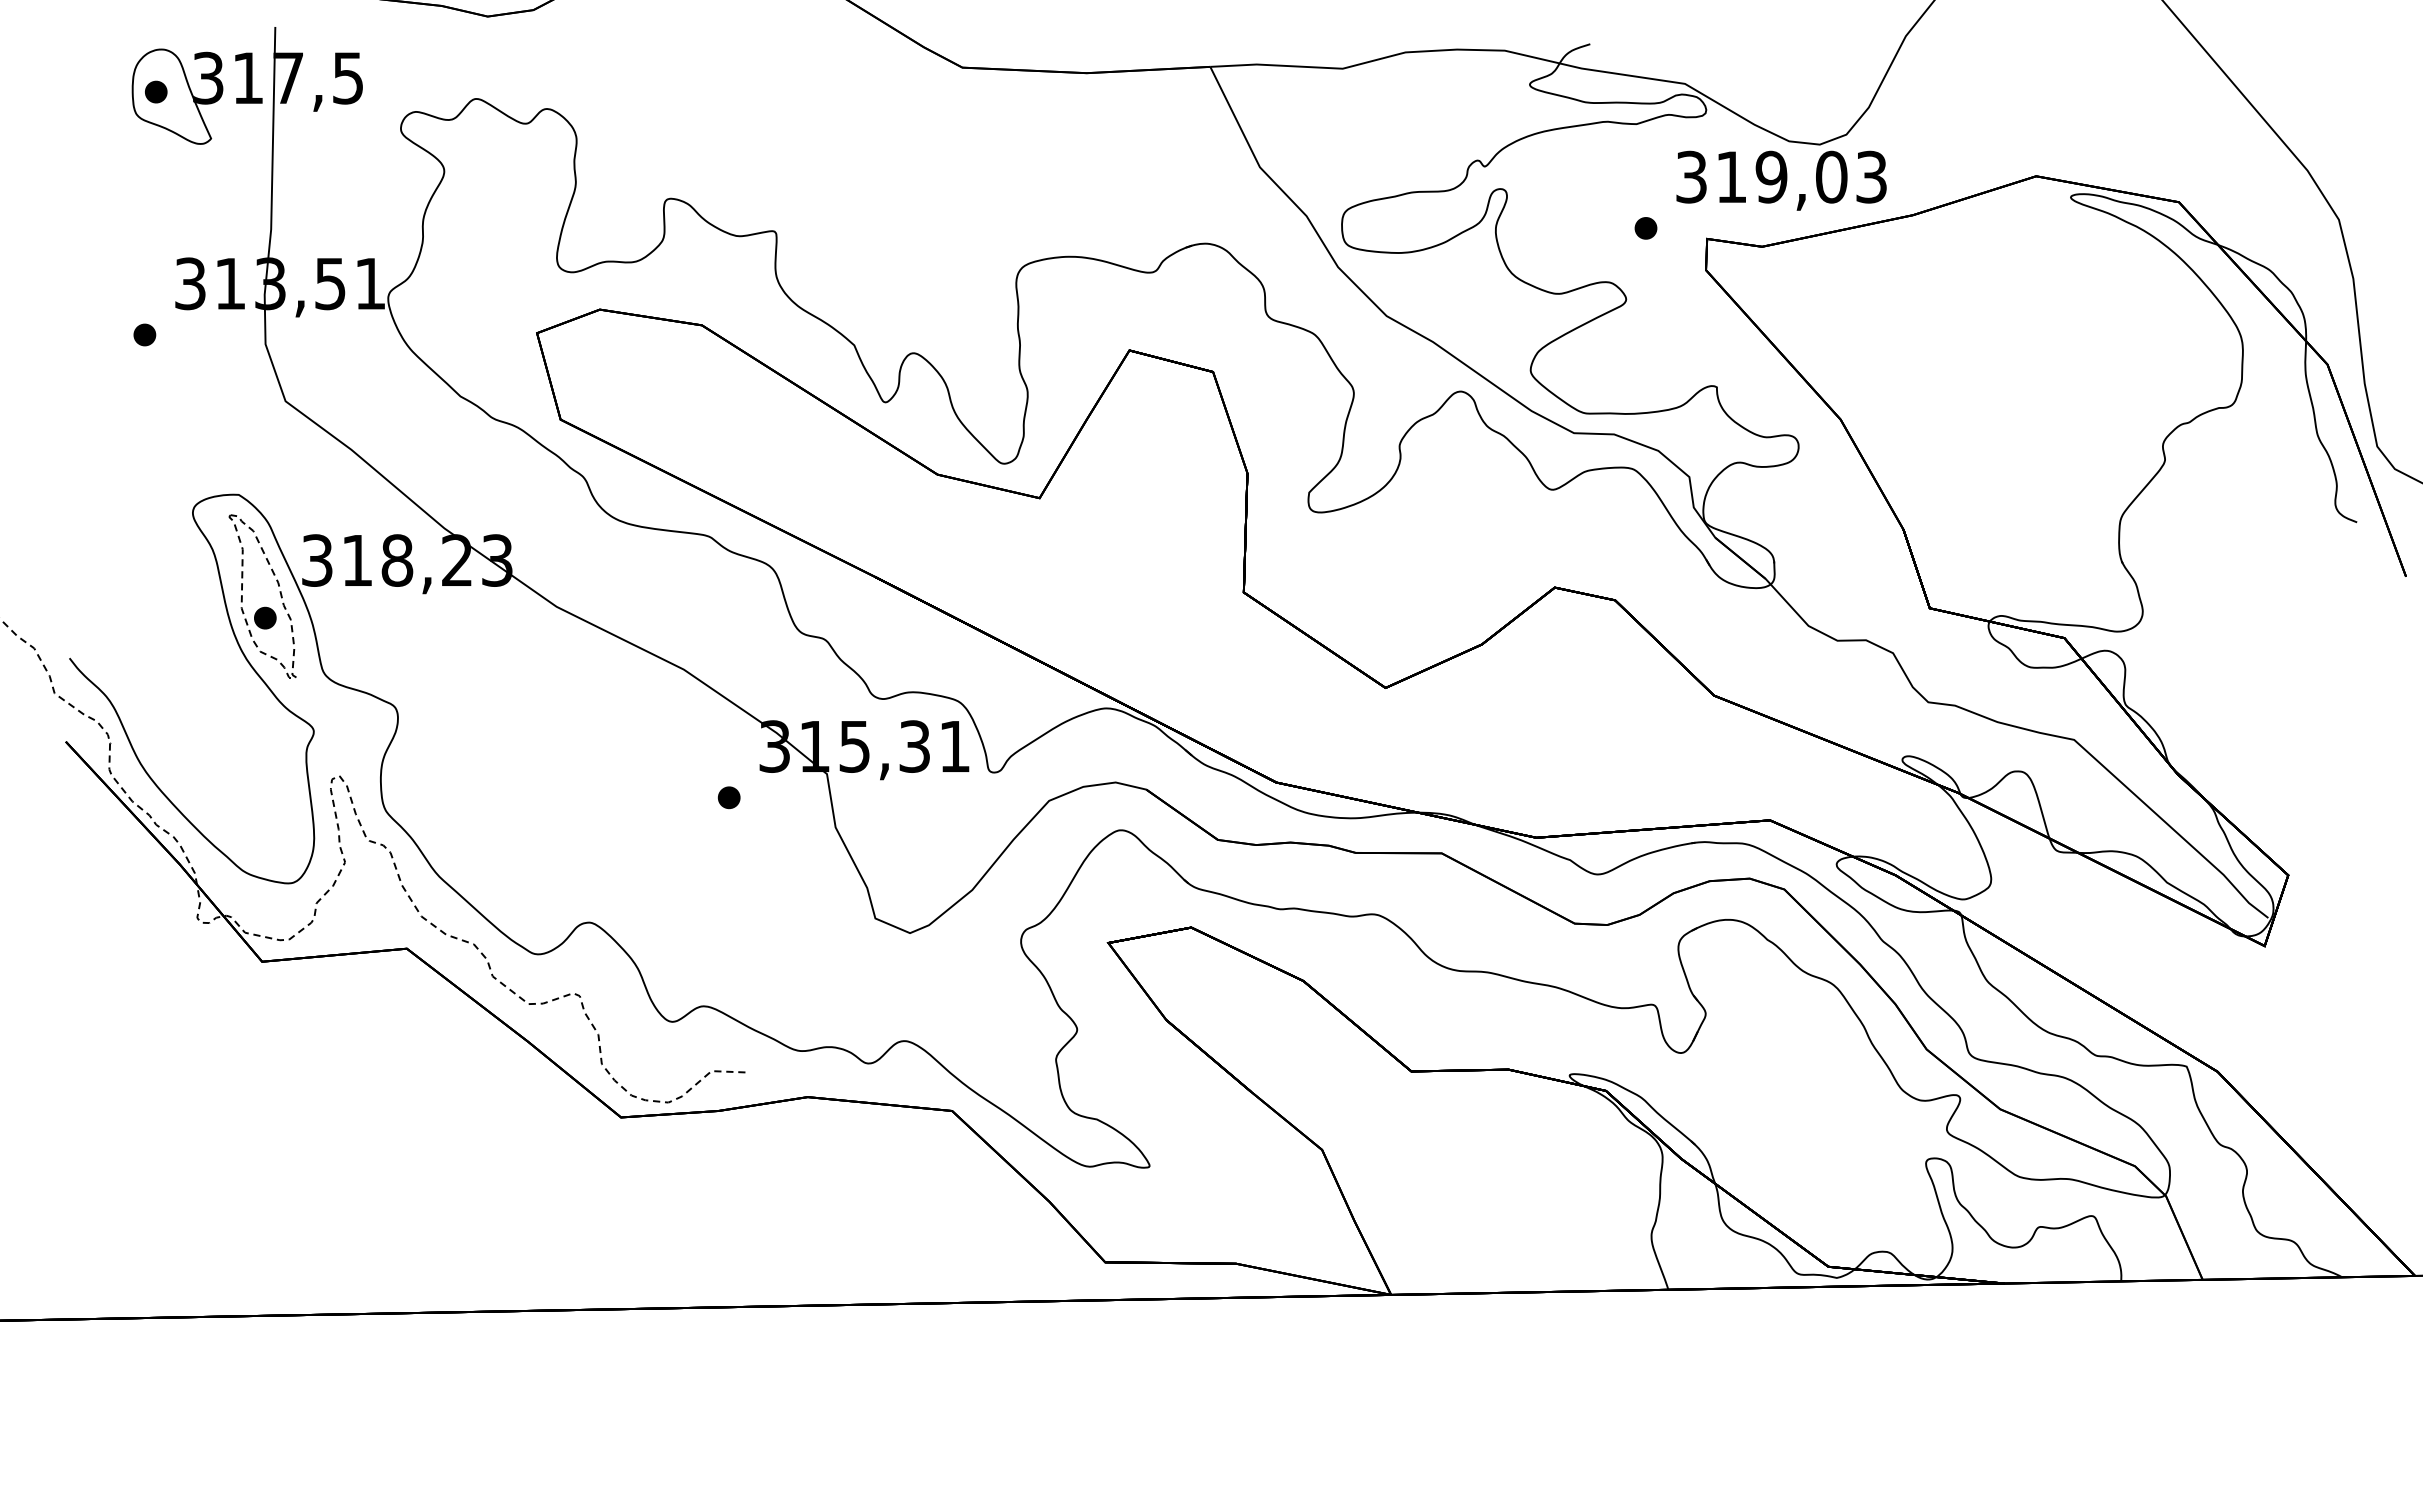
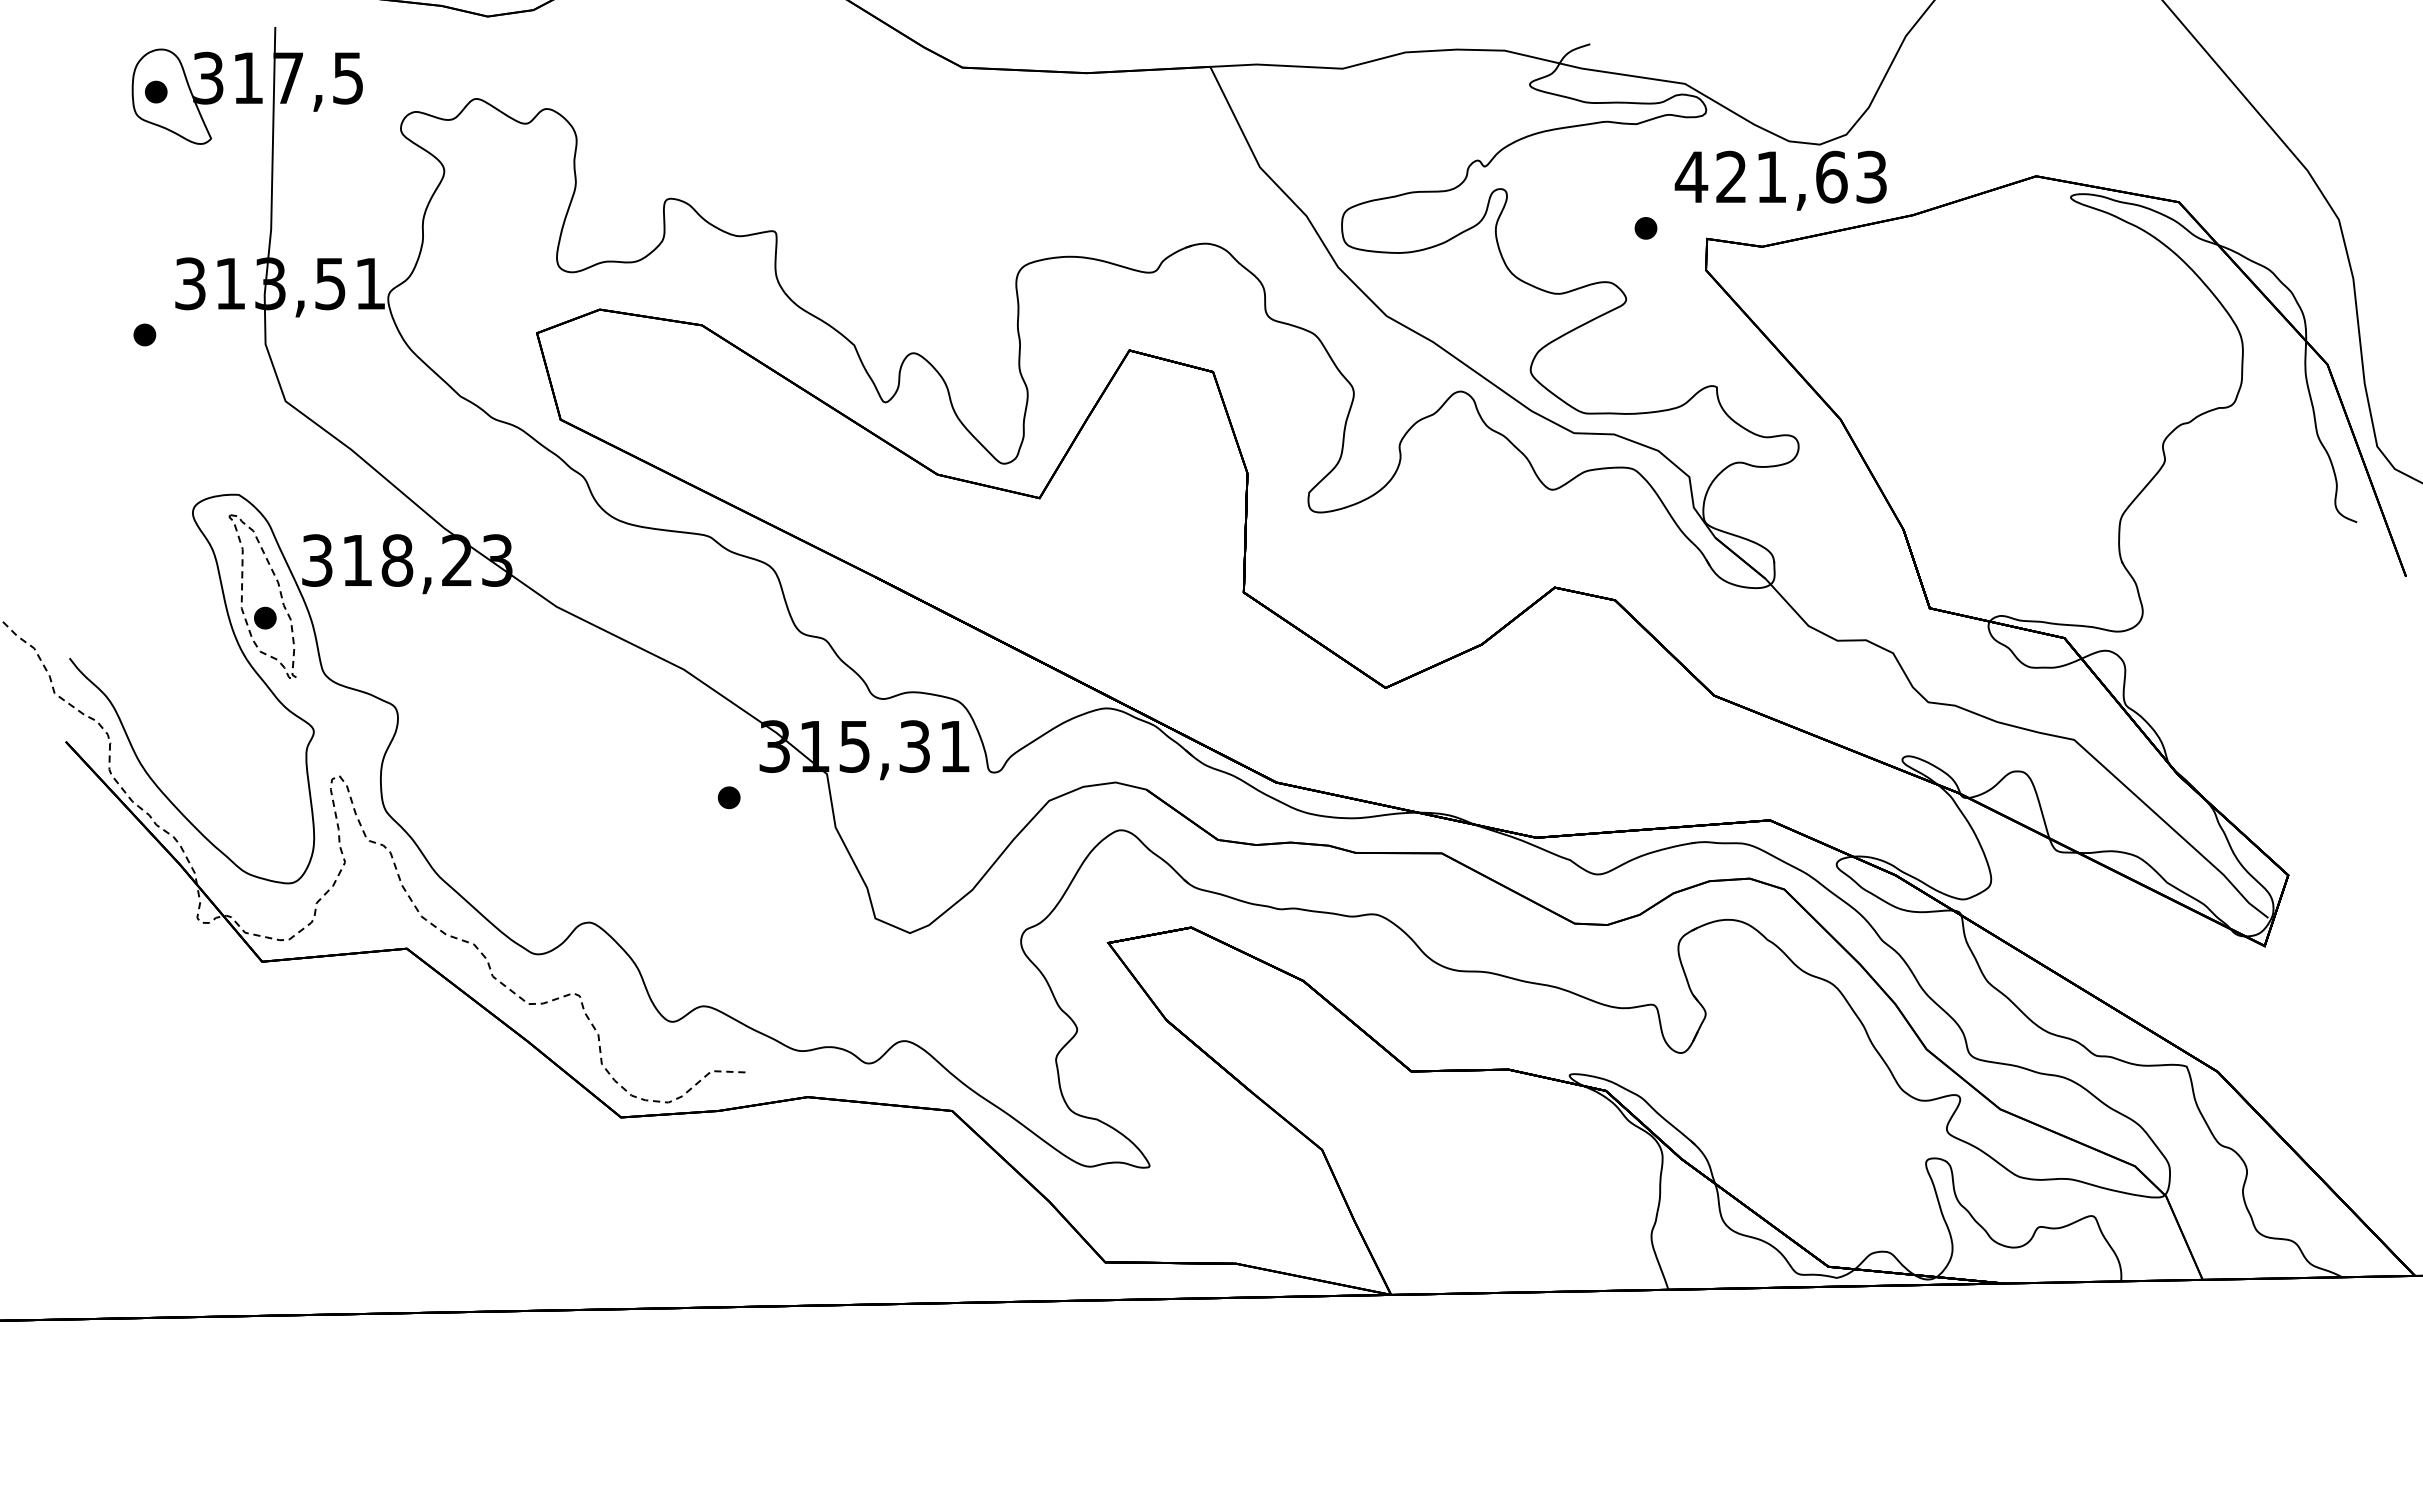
text at (1760, 176): 319,03 -> 421,63
